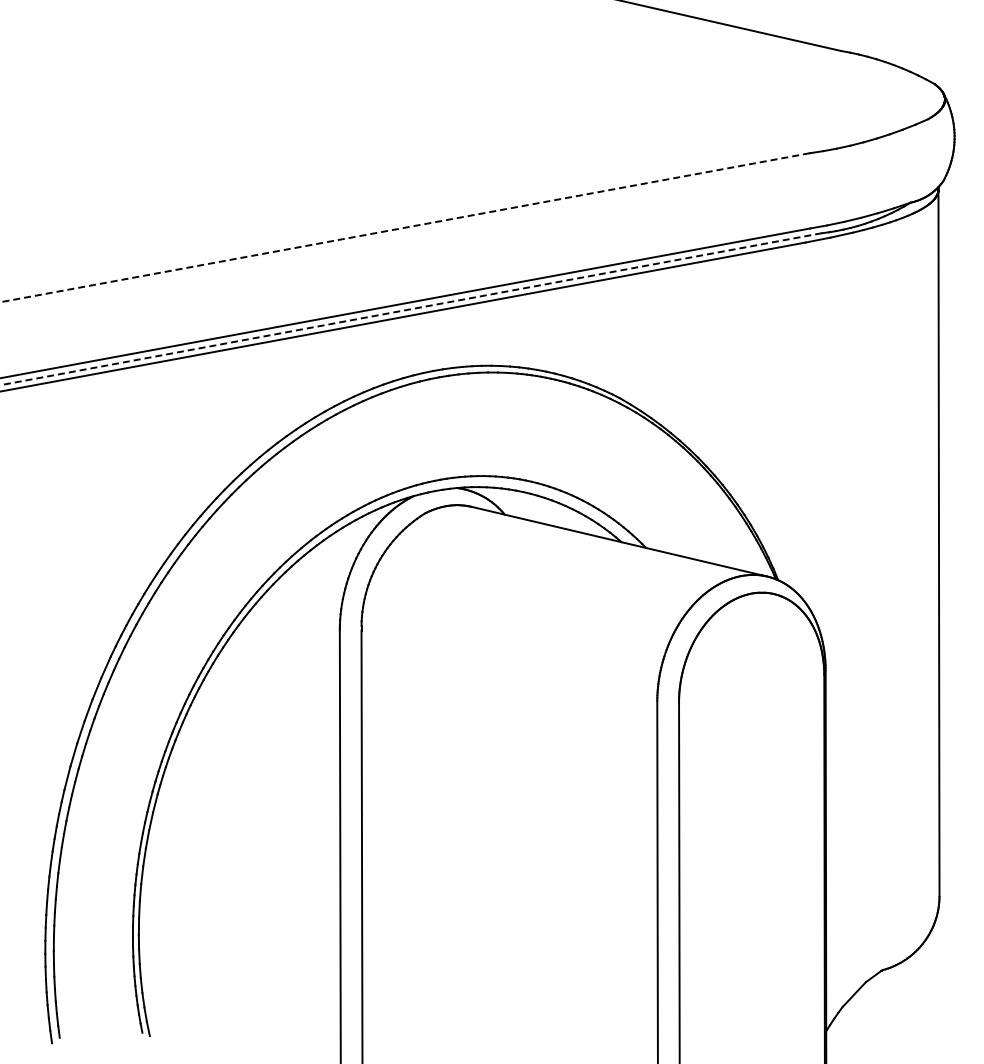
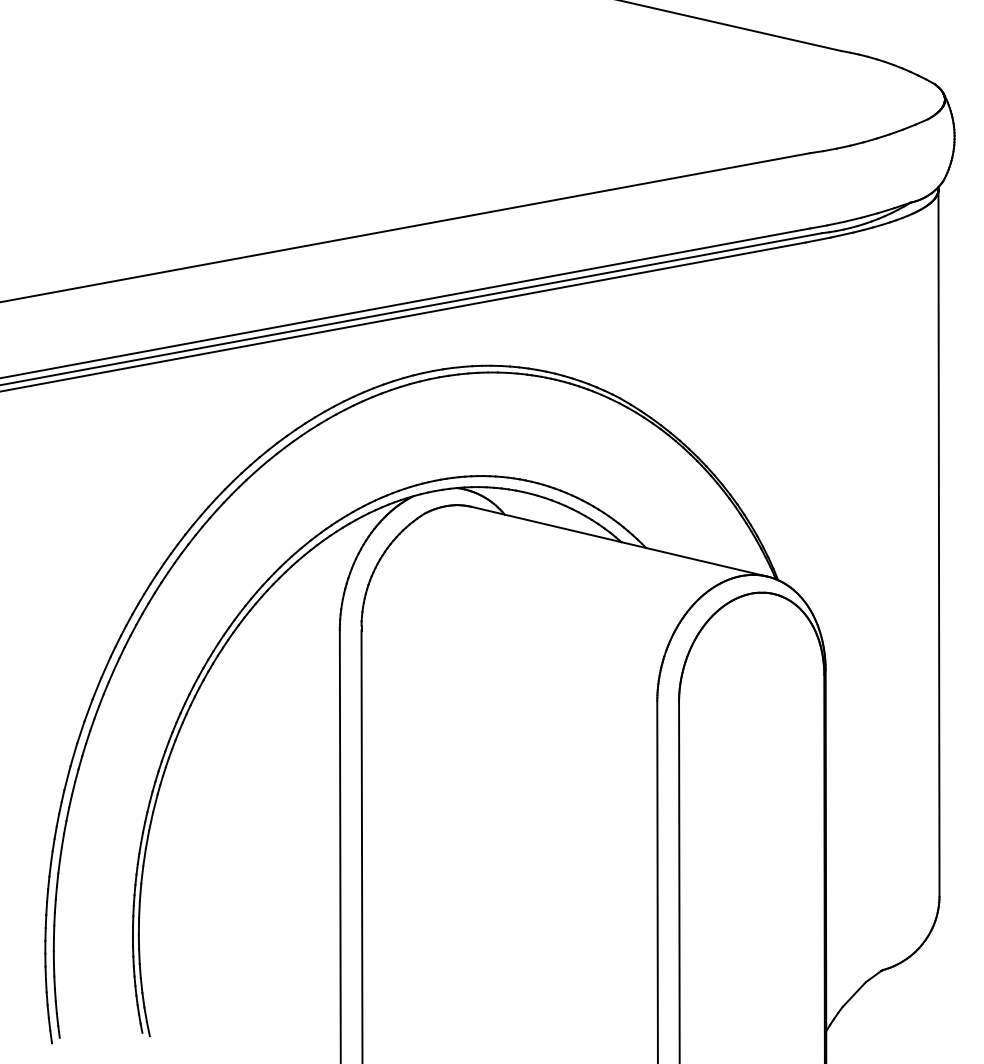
line at (404, 227): dashed -> solid
line at (411, 309): dashed -> solid
